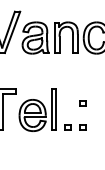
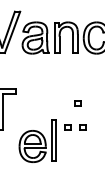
part at (82, 103) position: (82, 103) -> (77, 103)
part at (37, 109) position: (37, 109) -> (37, 140)
